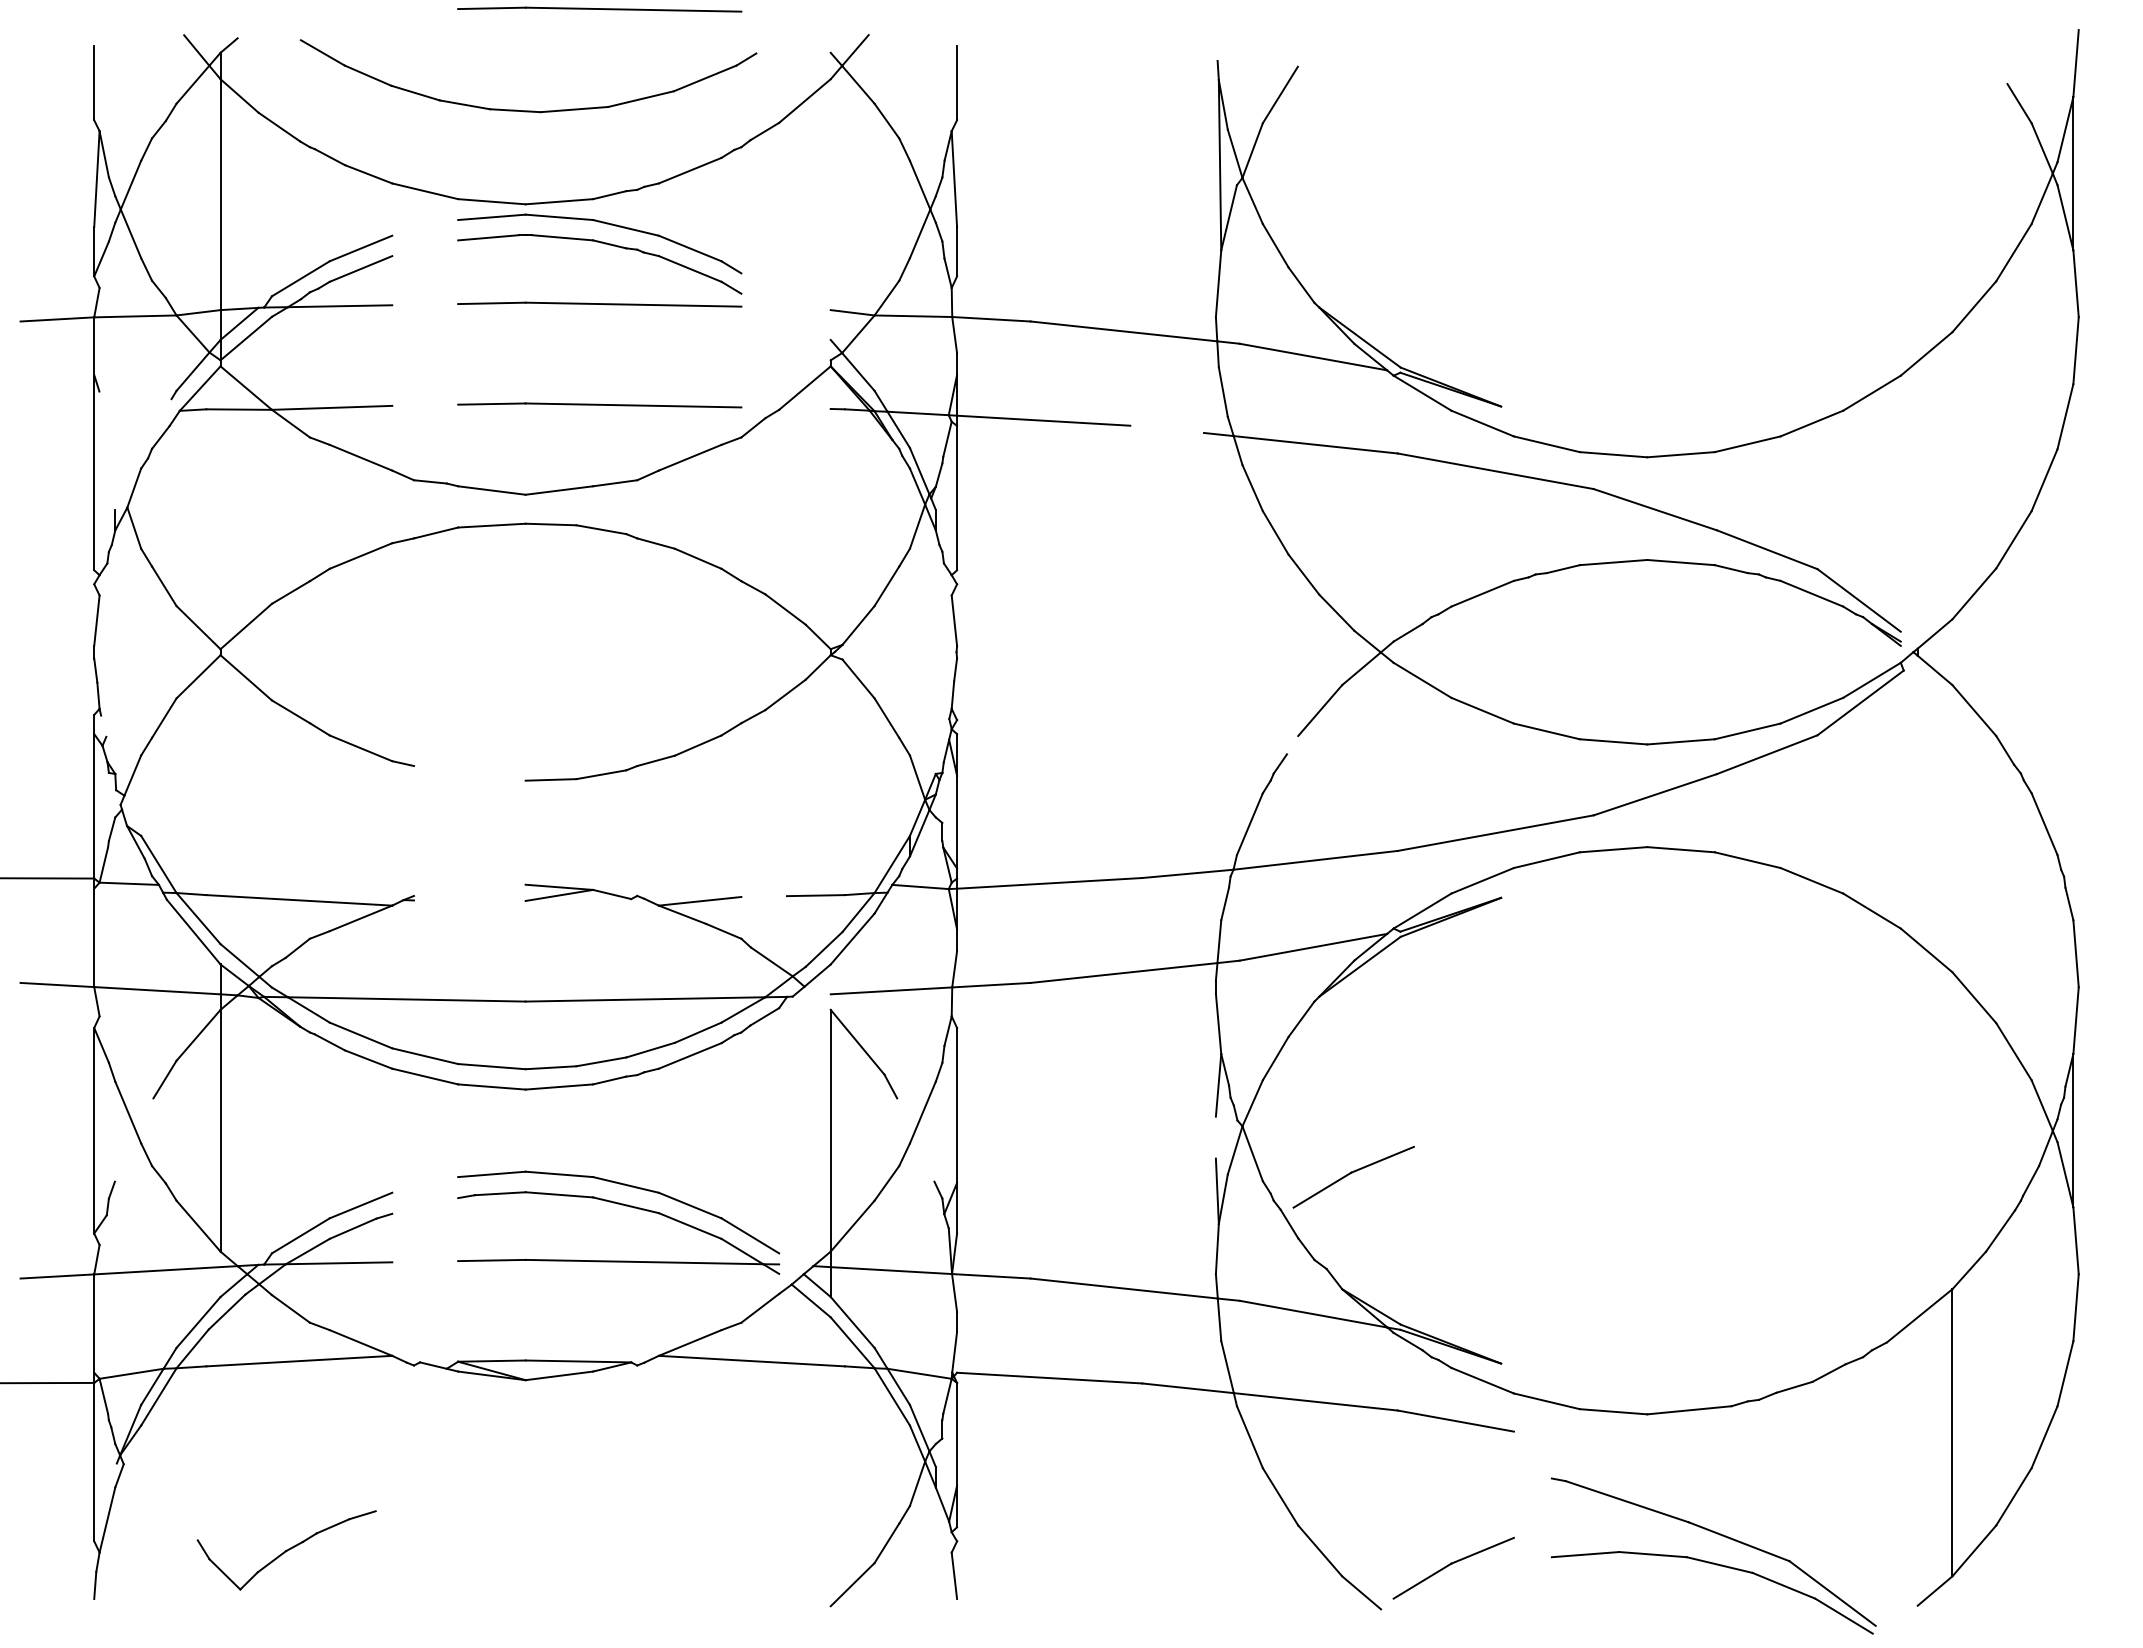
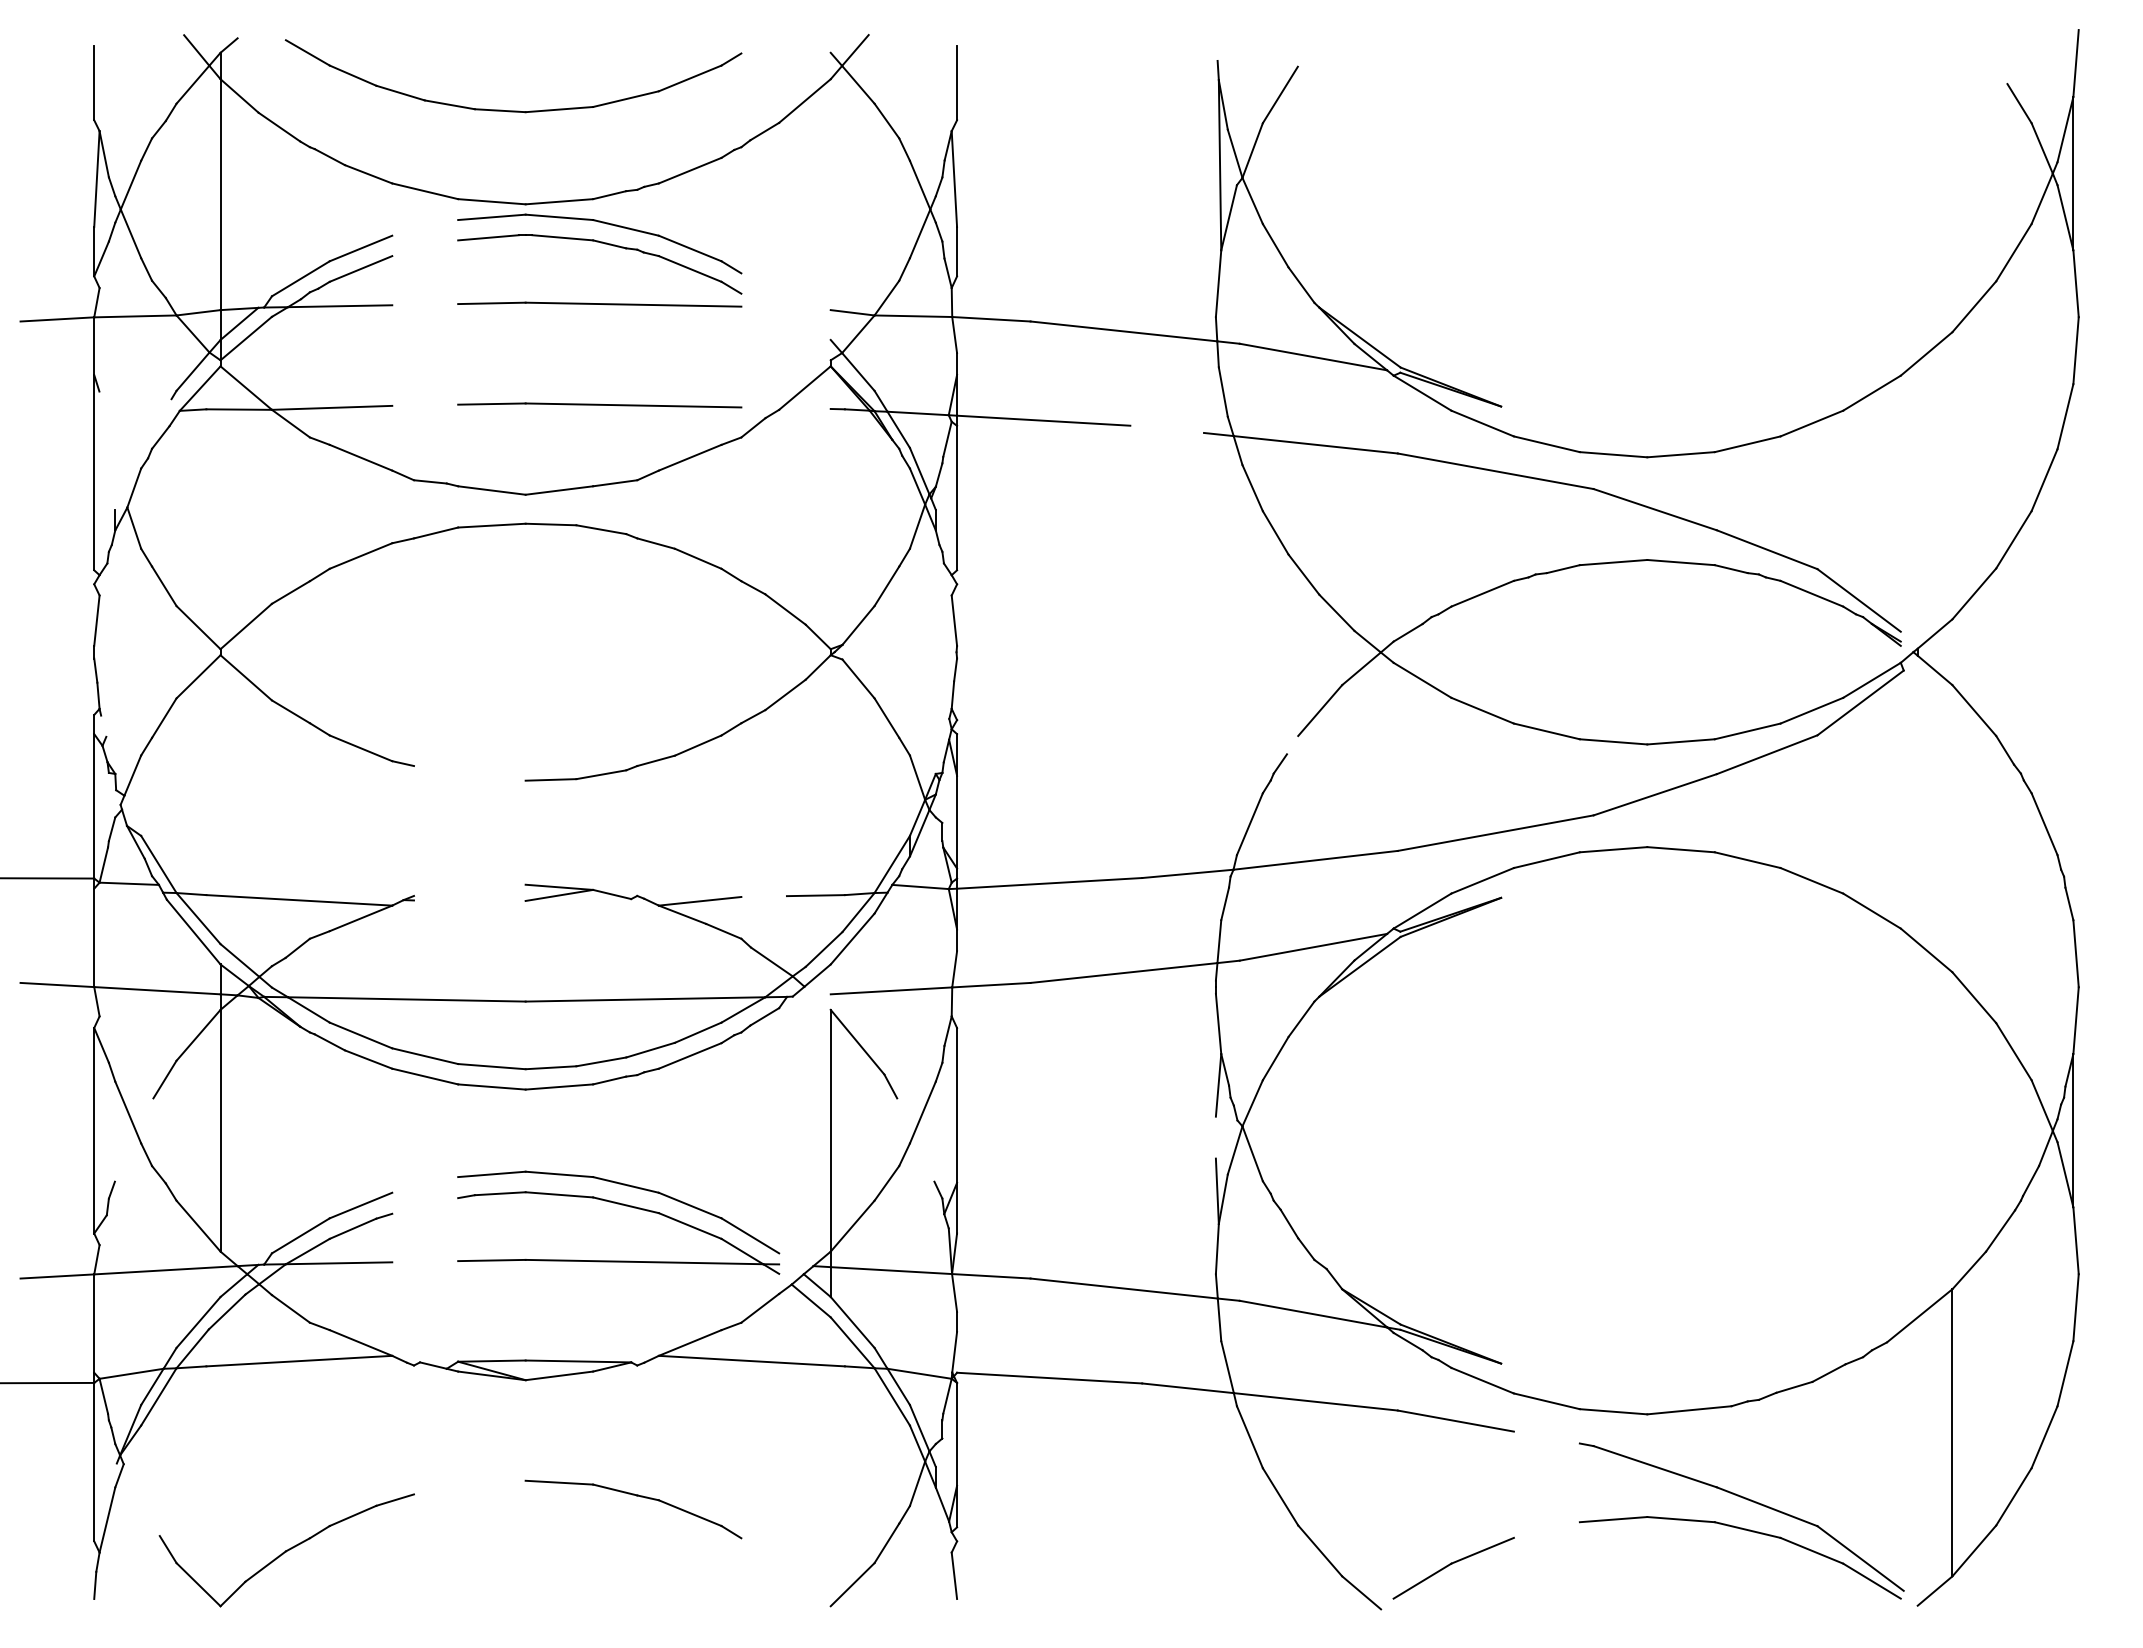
part at (599, 9): present -> none
part at (528, 110) position: (528, 110) -> (513, 110)
part at (1353, 1176): present -> none
part at (636, 1496): none -> present
part at (286, 1550) size: 181x81 px -> 257x115 px
part at (1710, 1561) position: (1710, 1561) -> (1738, 1526)
